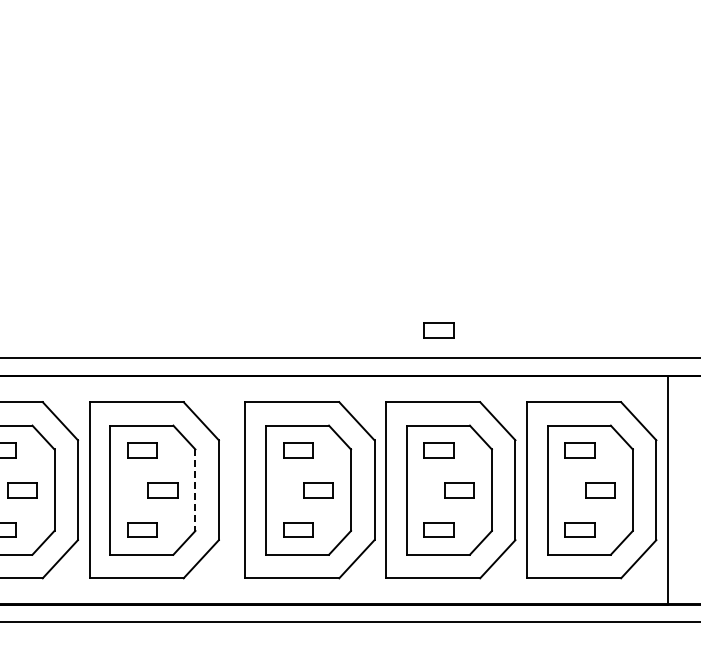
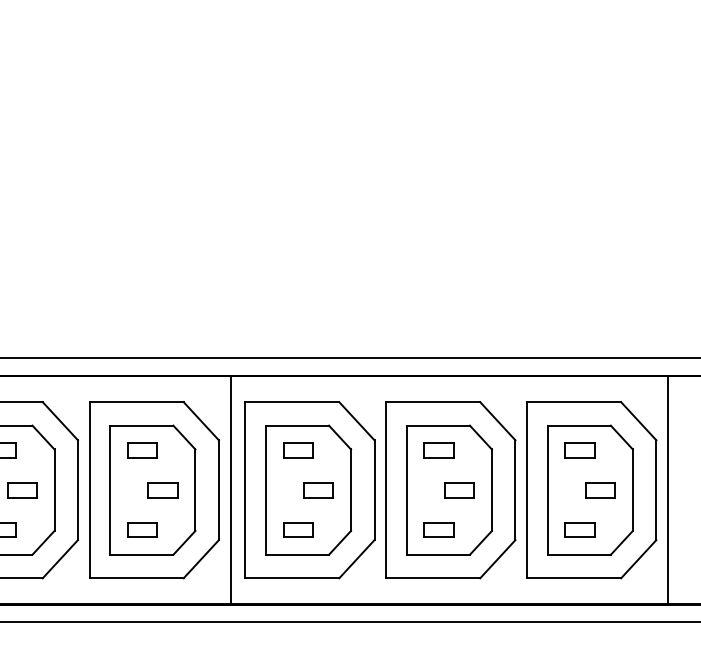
part at (438, 330): present -> none
line at (230, 489): none -> present
line at (195, 490): dashed -> solid
